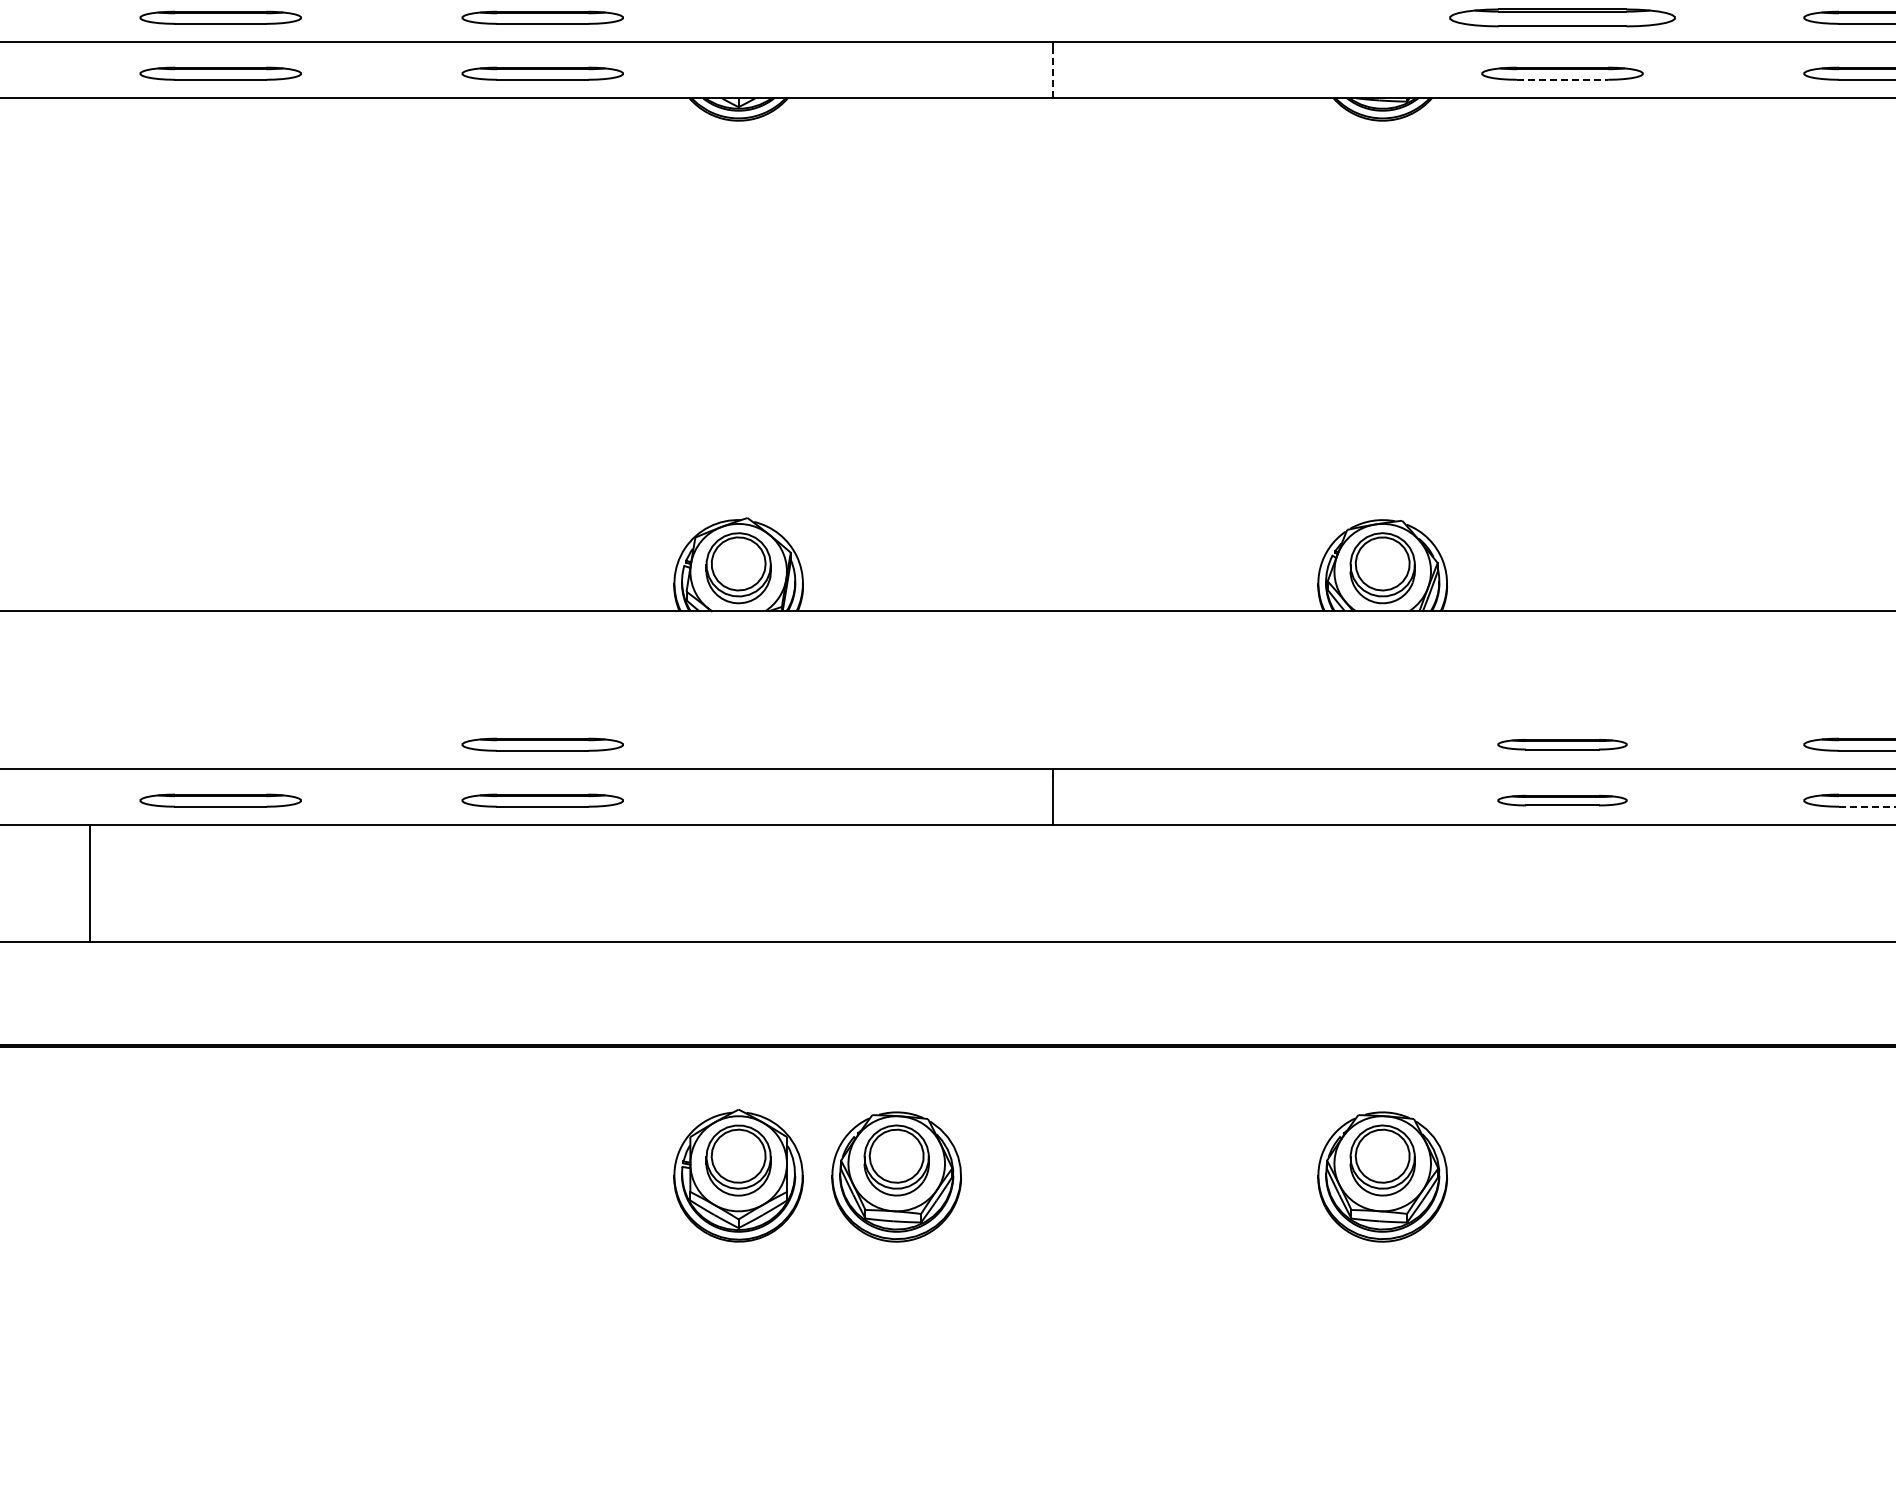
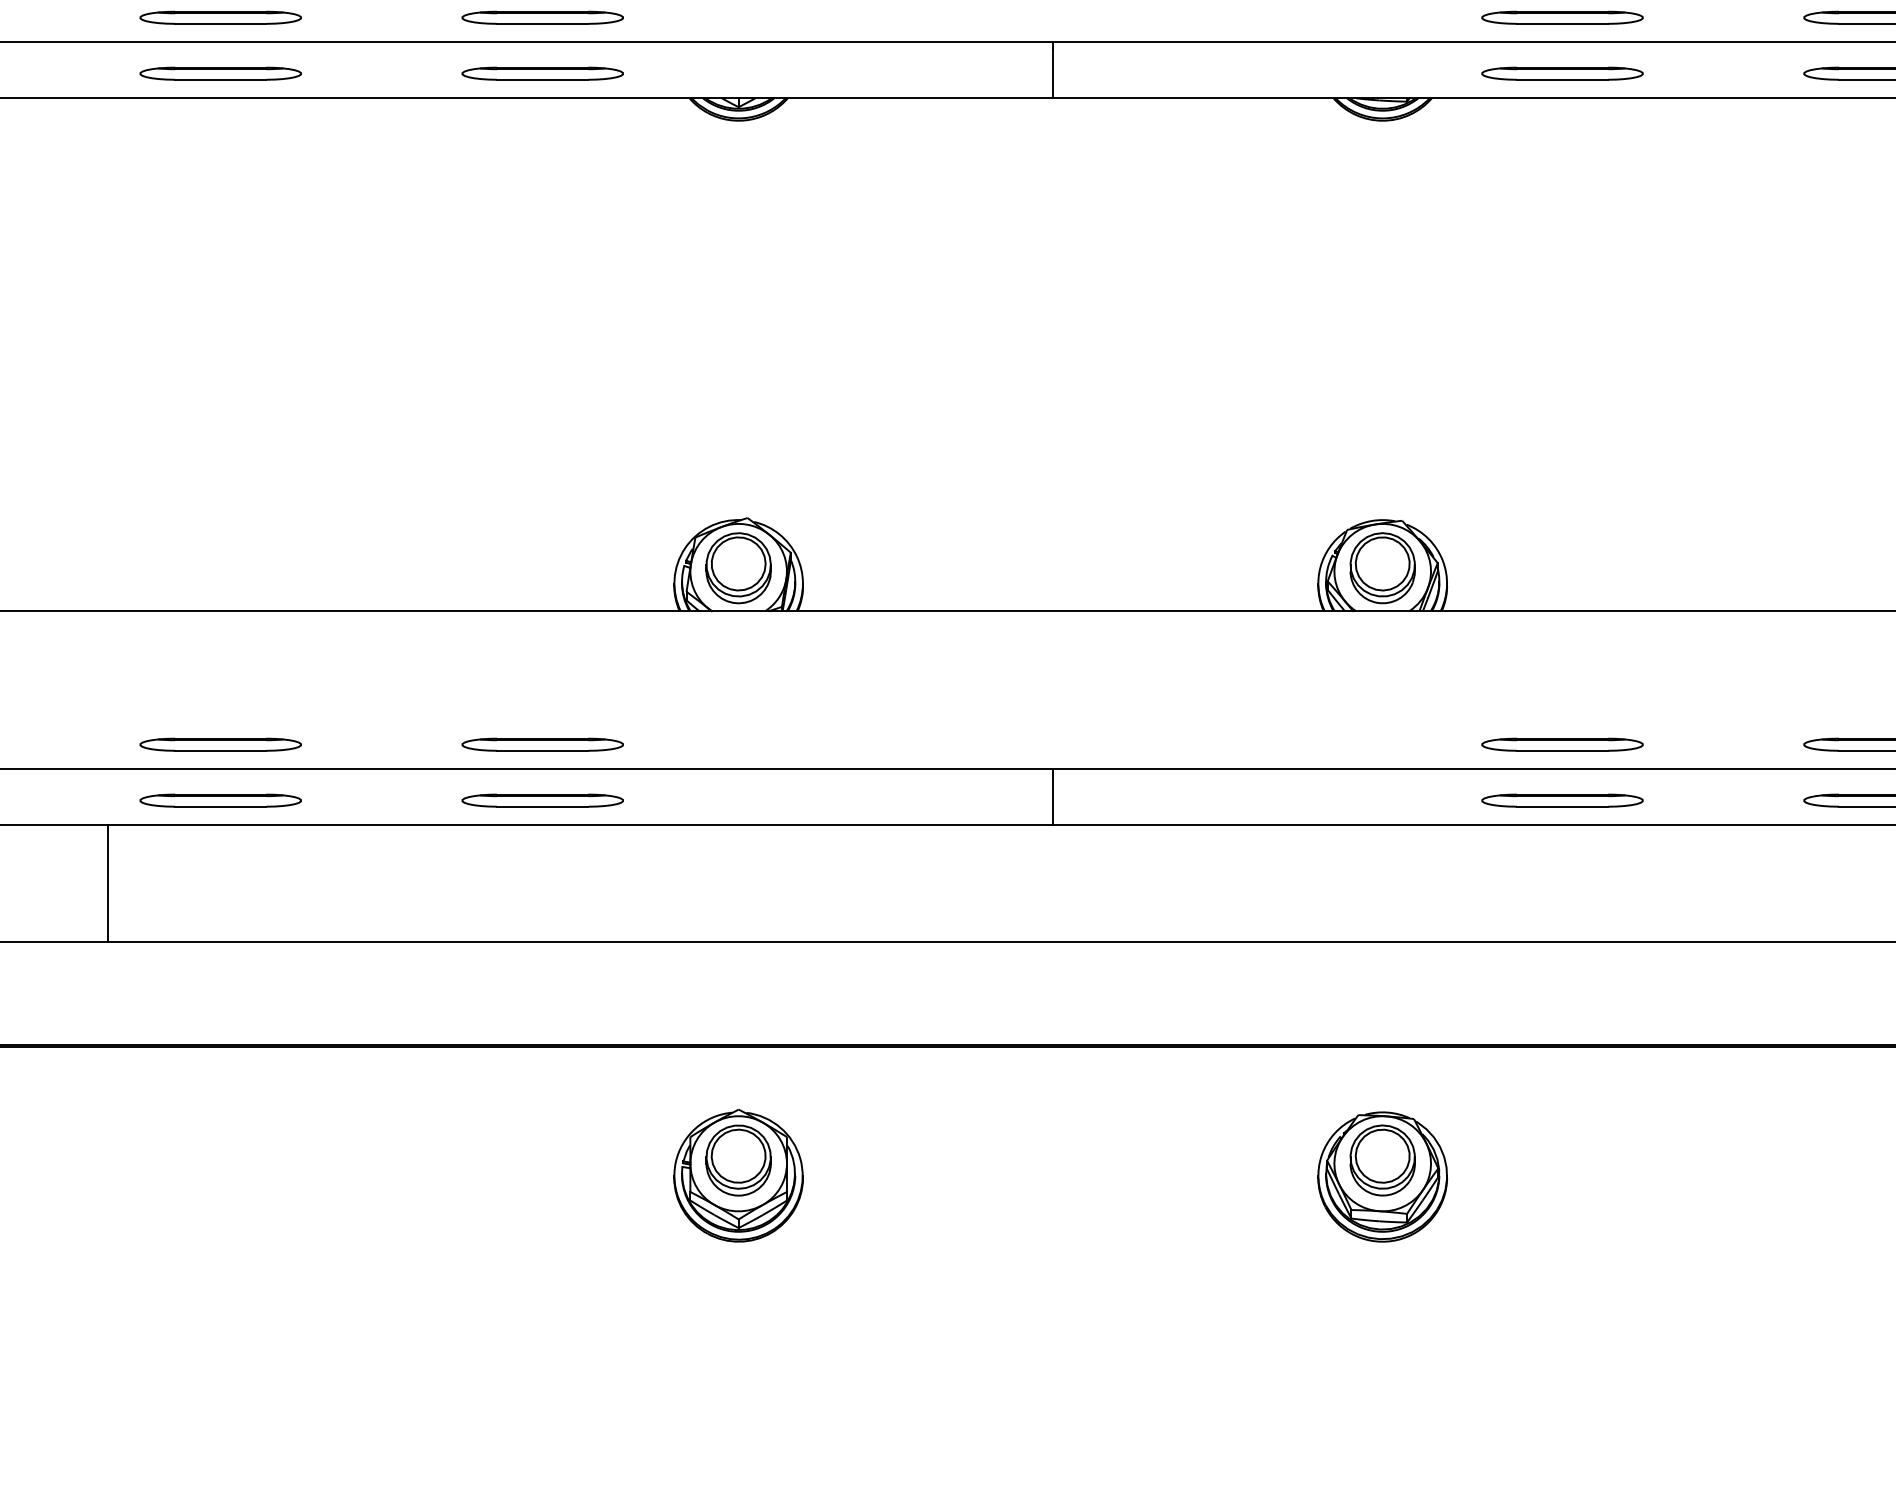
part at (1562, 17) size: 227x20 px -> 163x15 px
line at (1052, 73): dashed -> solid
line at (1562, 79): dashed -> solid
part at (220, 744): none -> present
part at (1562, 744) size: 131x12 px -> 163x15 px
part at (1562, 800) size: 131x13 px -> 163x15 px
line at (1867, 806): dashed -> solid
line at (90, 883) position: (90, 883) -> (108, 883)
part at (896, 1176): present -> none
